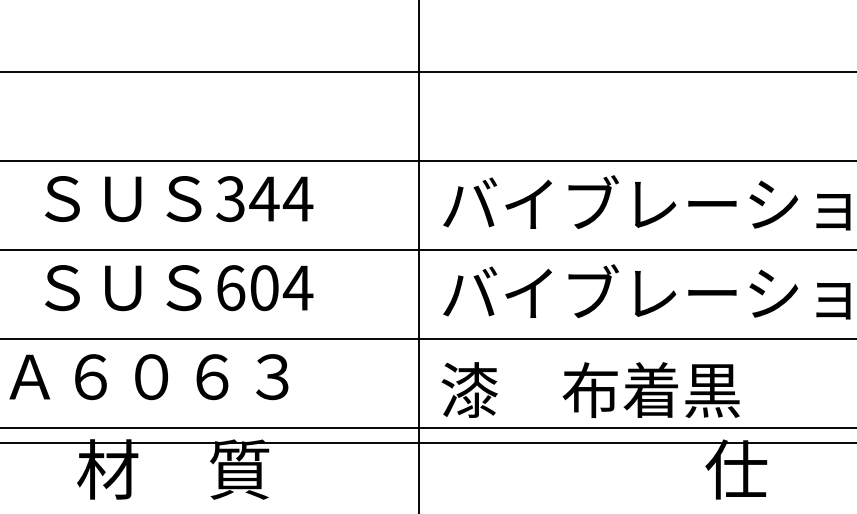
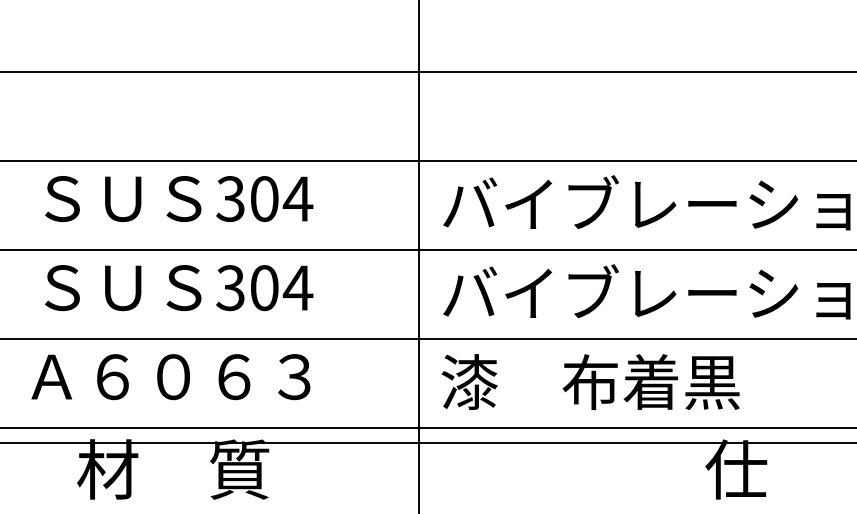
text at (264, 199): 344 -> 304
text at (230, 288): 604 -> 304
text at (148, 377) position: (148, 377) -> (170, 377)
text at (590, 390) position: (590, 390) -> (590, 382)
